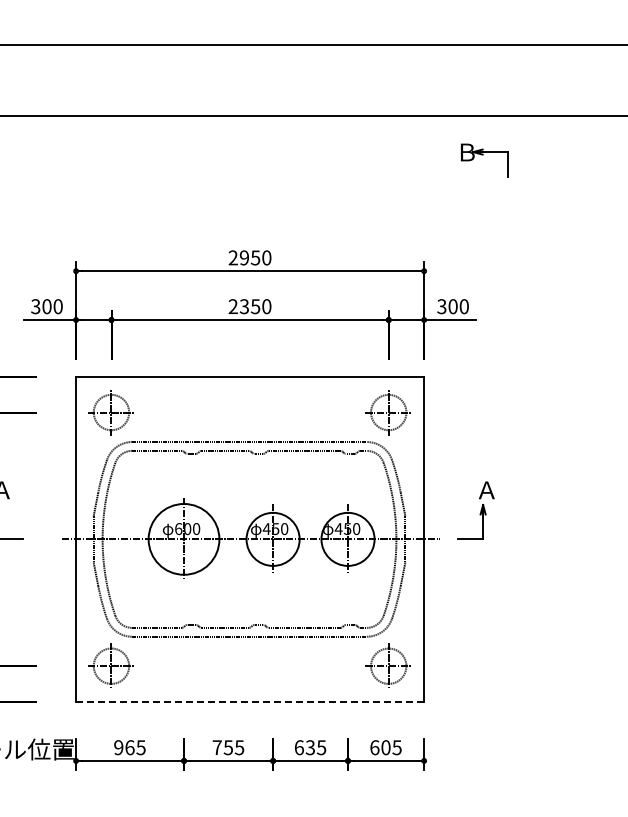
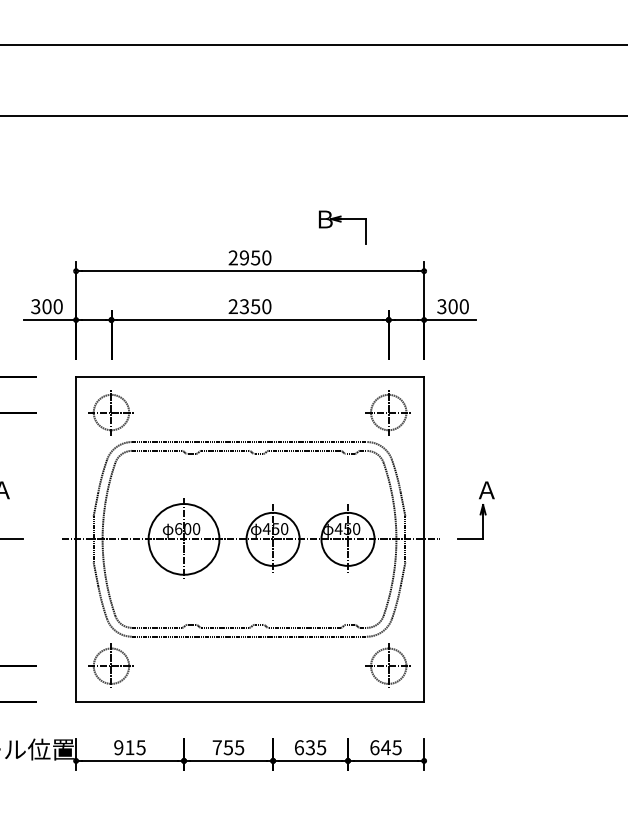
part at (484, 160) position: (484, 160) -> (342, 227)
line at (250, 701): dashed -> solid
text at (129, 747): 965 -> 915
text at (385, 747): 605 -> 645
